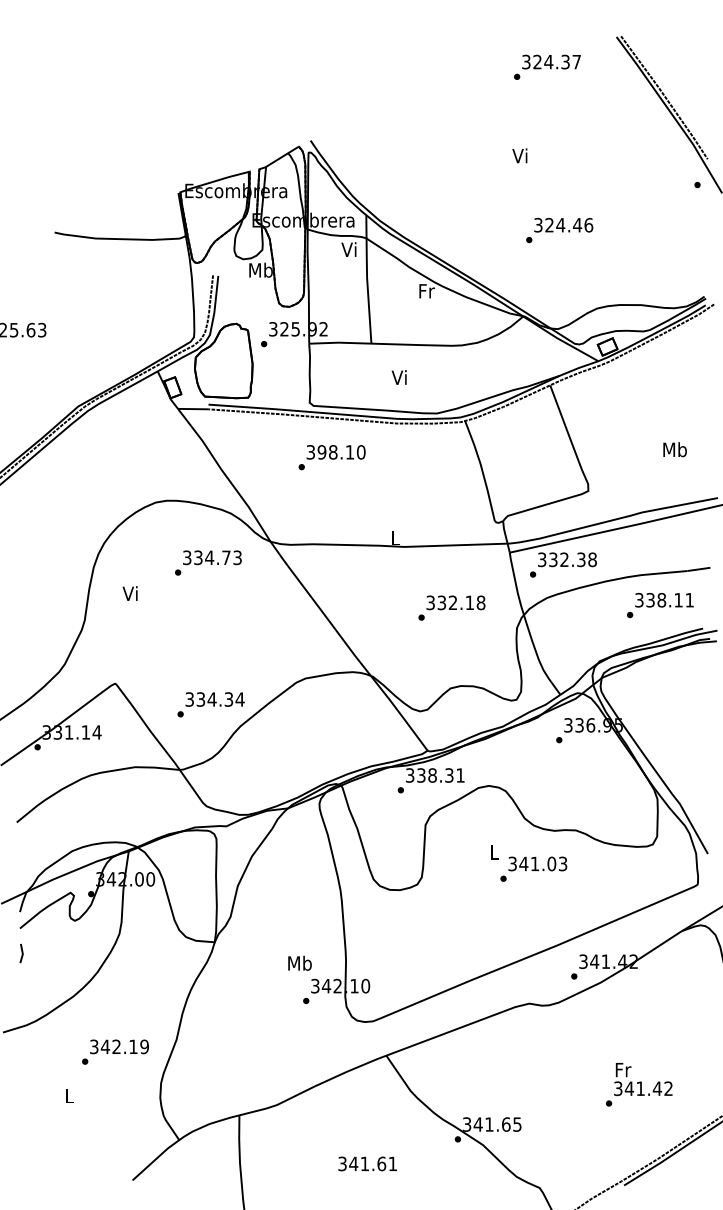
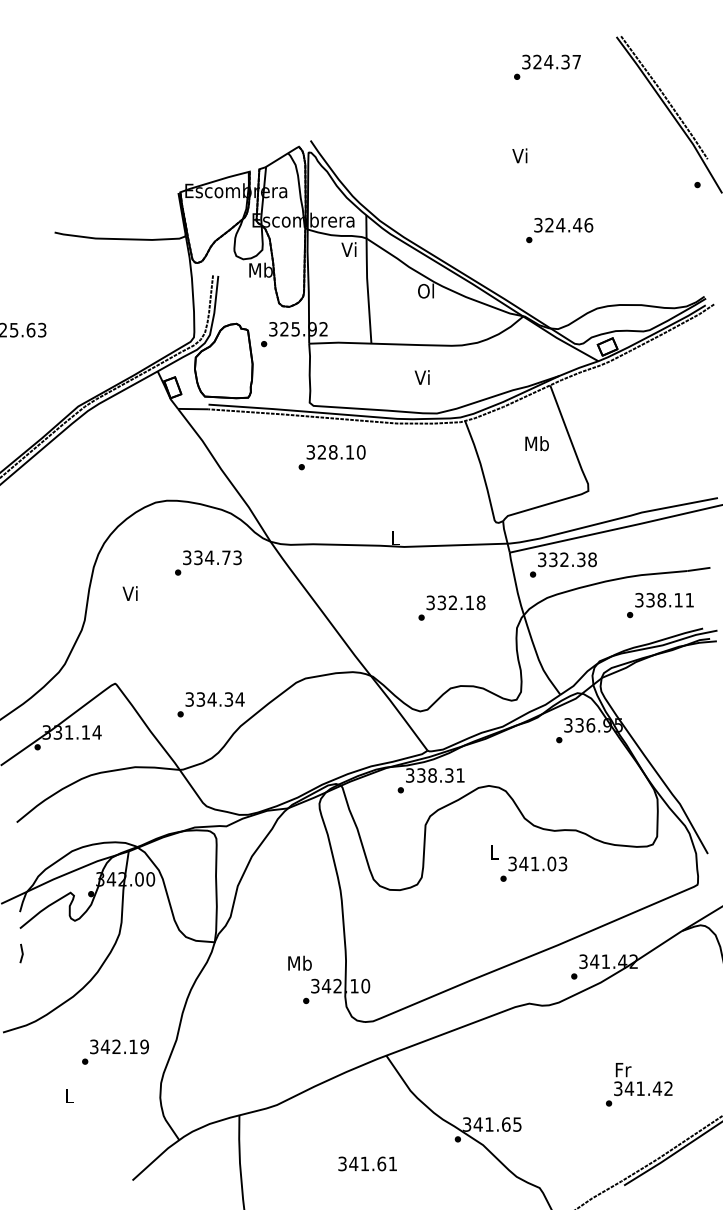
text at (426, 290): Fr -> Ol
text at (398, 377) position: (398, 377) -> (421, 377)
text at (674, 449) position: (674, 449) -> (536, 443)
text at (321, 452): 398.10 -> 328.10
